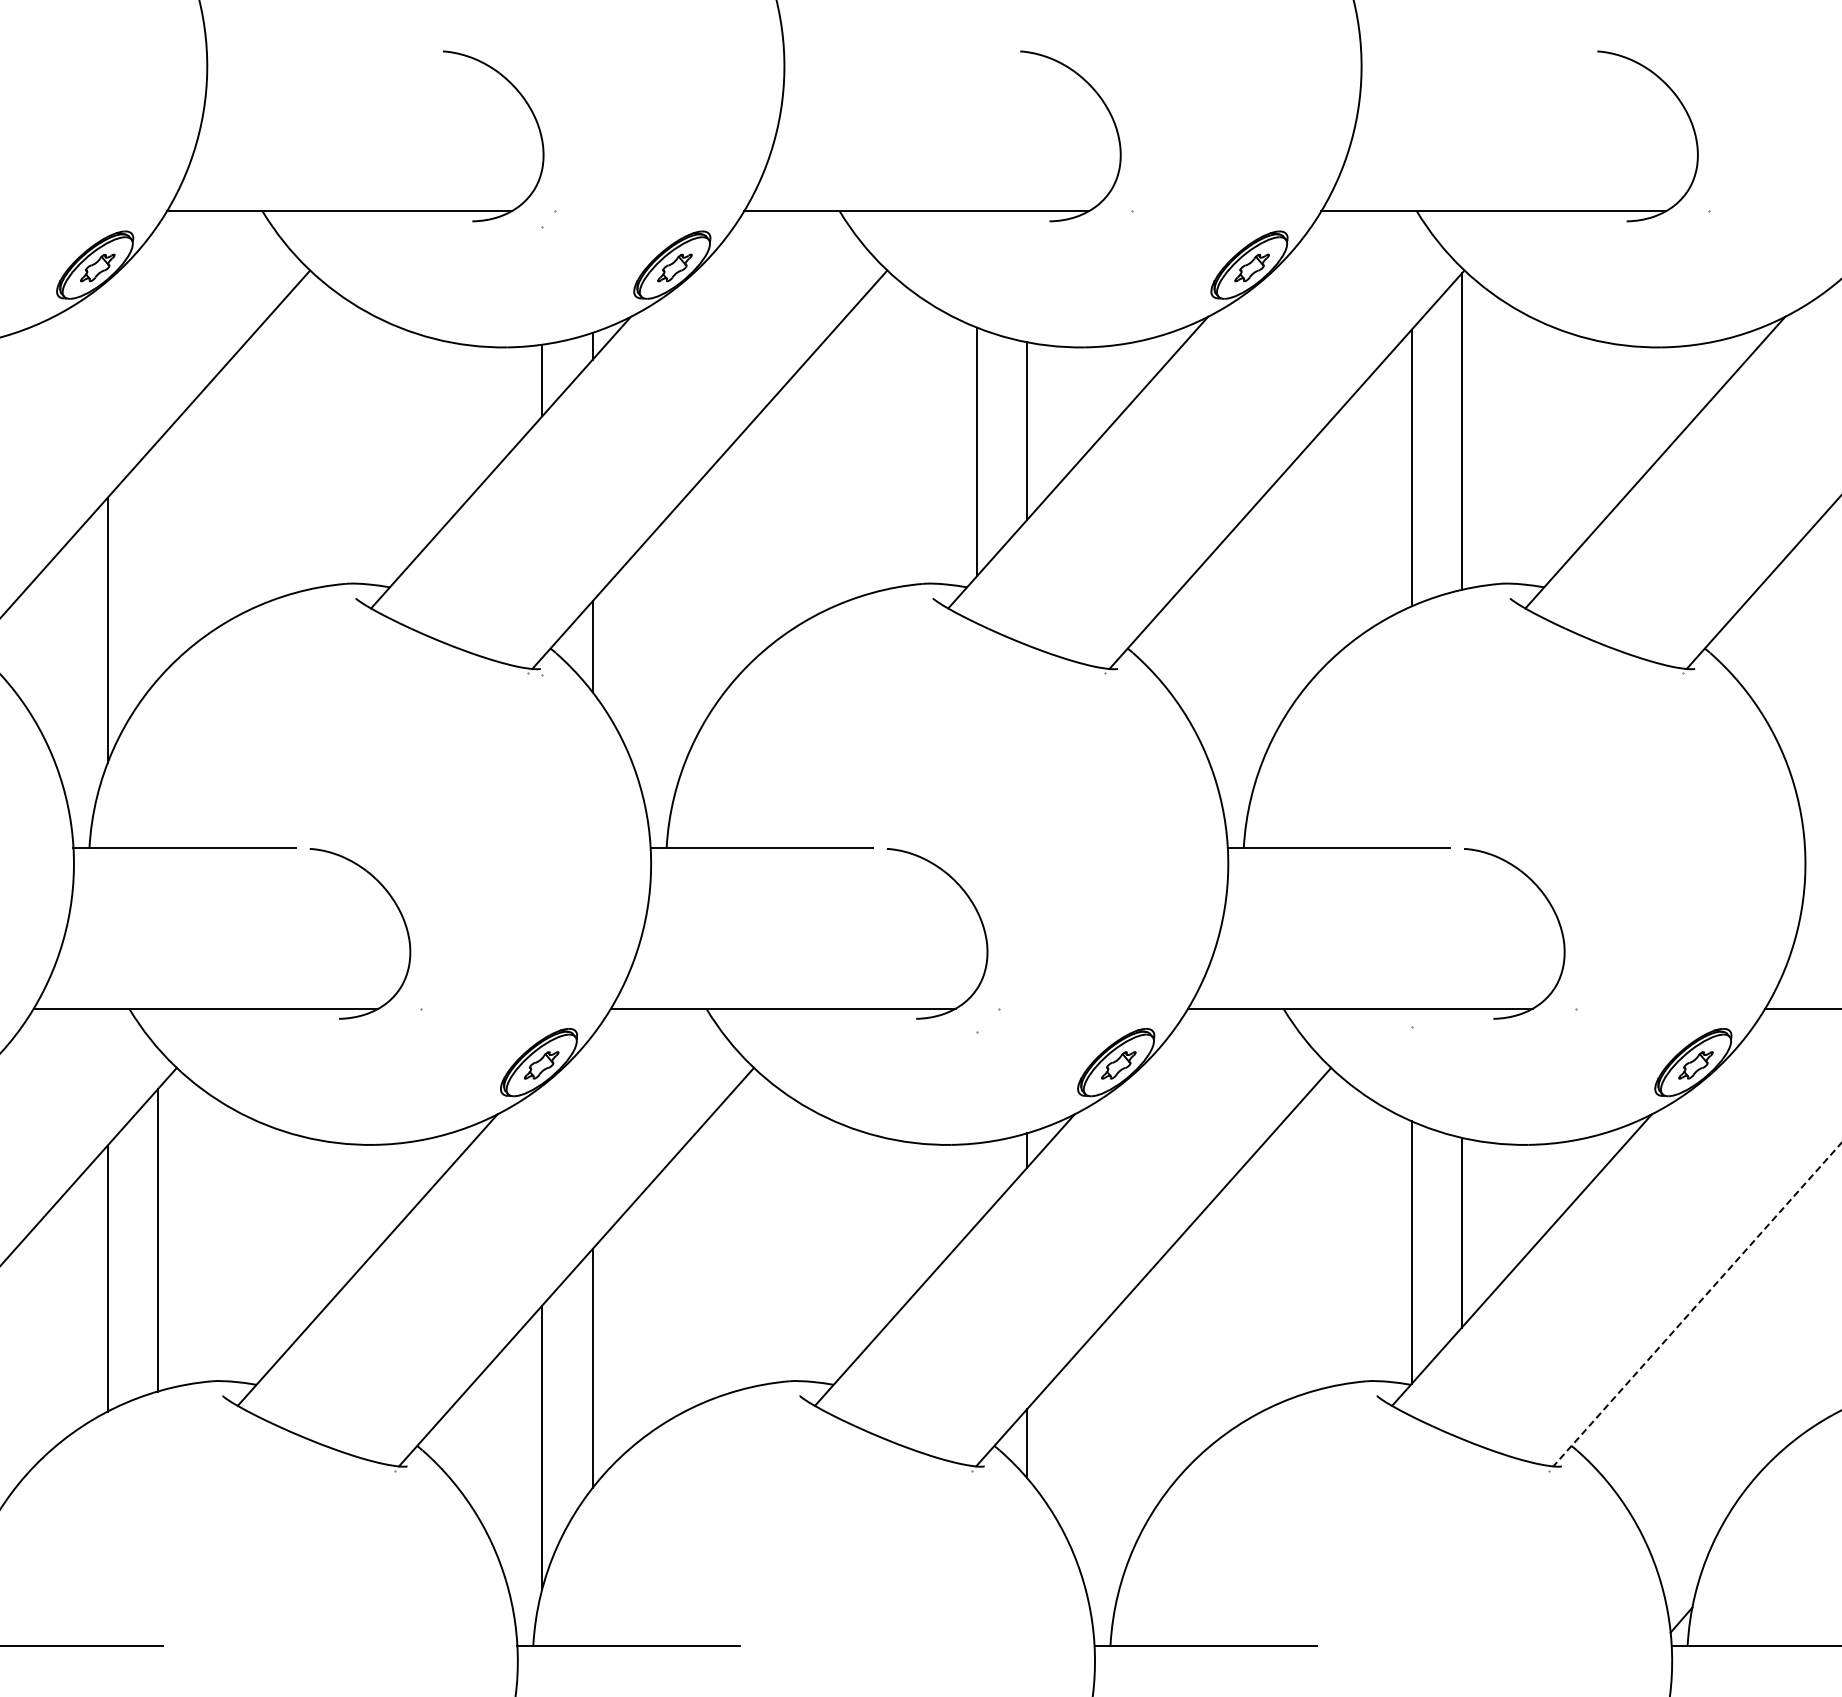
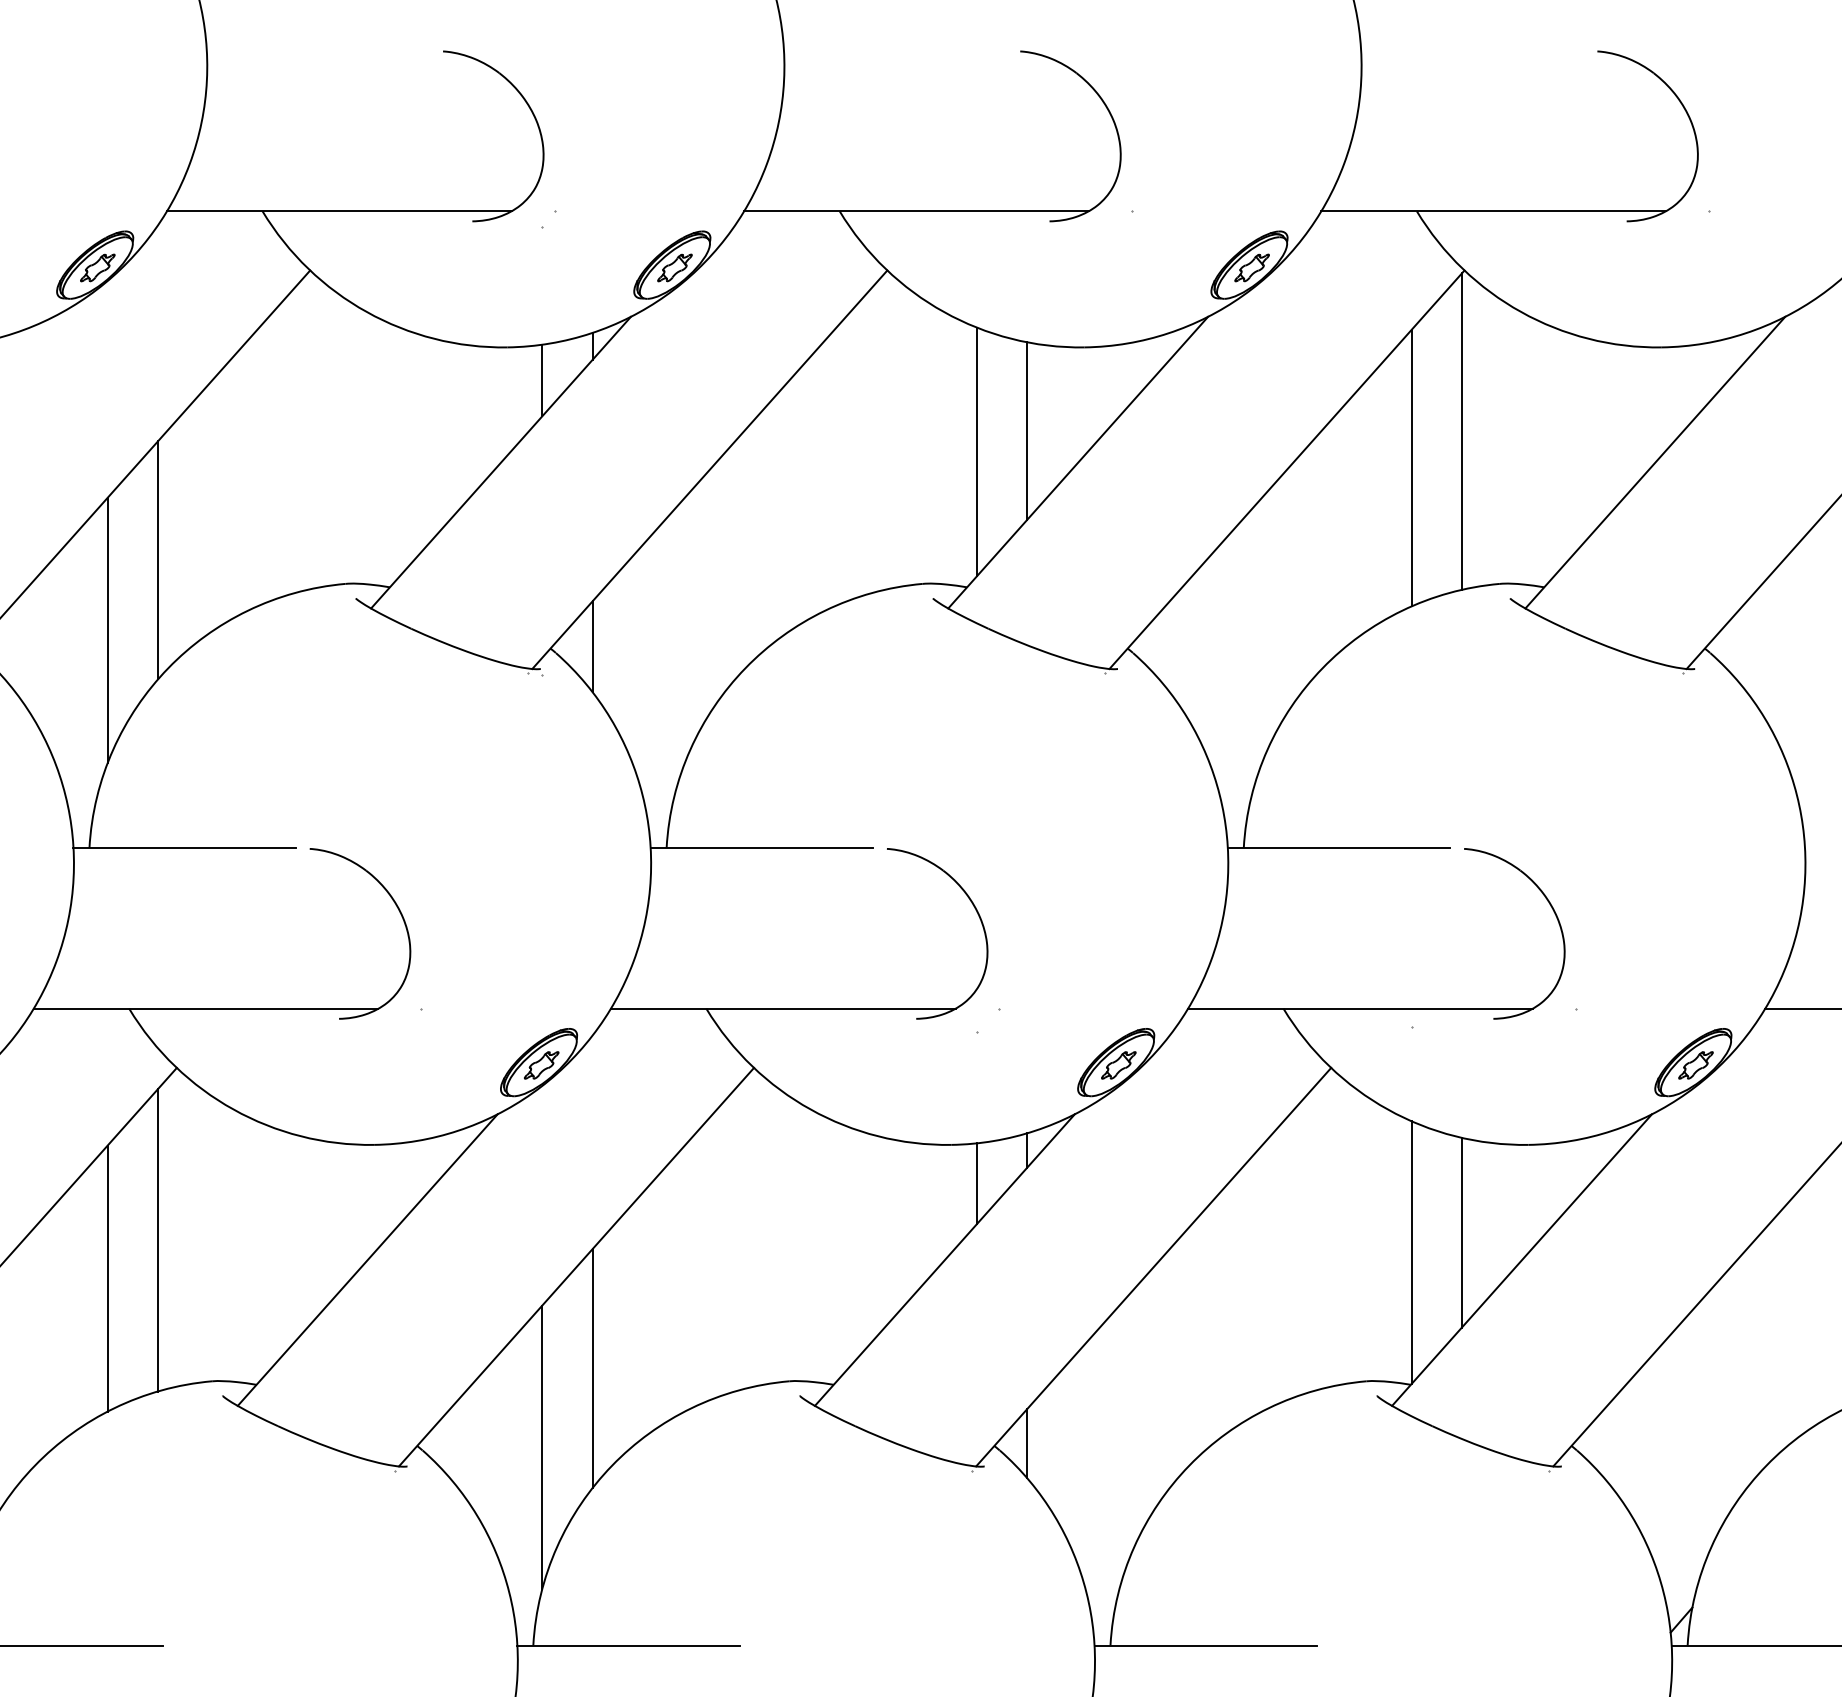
line at (157, 560): none -> present
line at (977, 1183): none -> present
line at (1697, 1304): dashed -> solid
